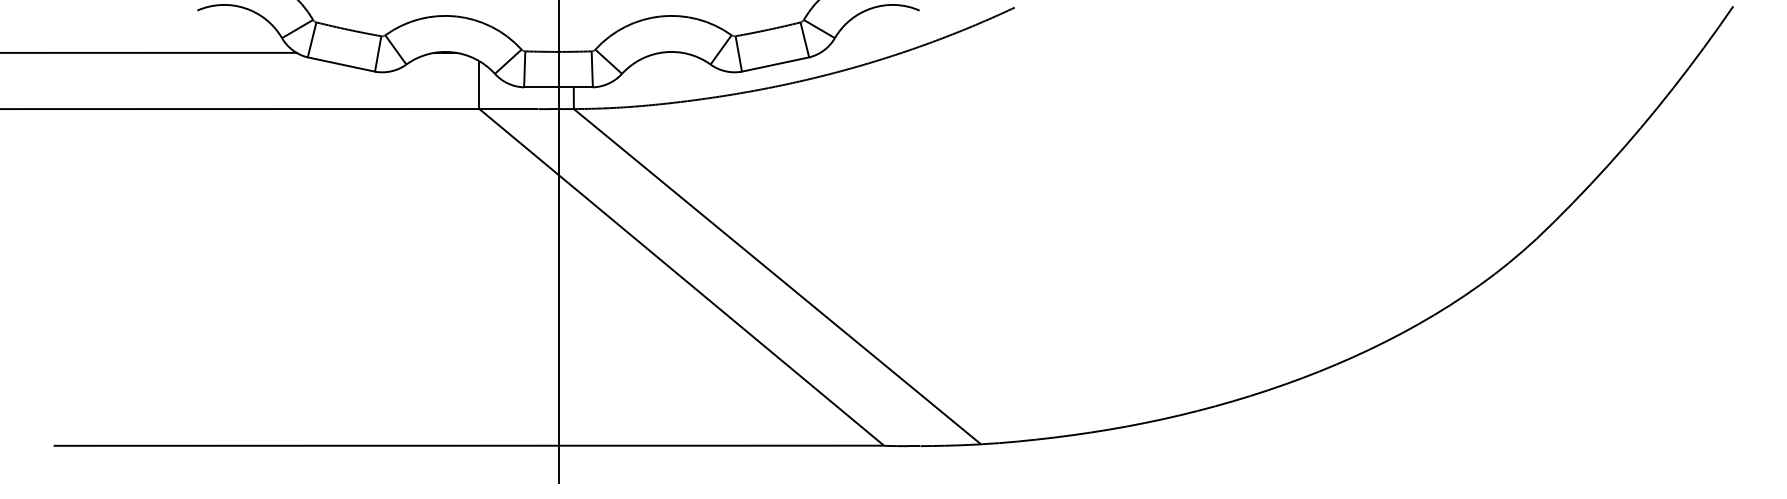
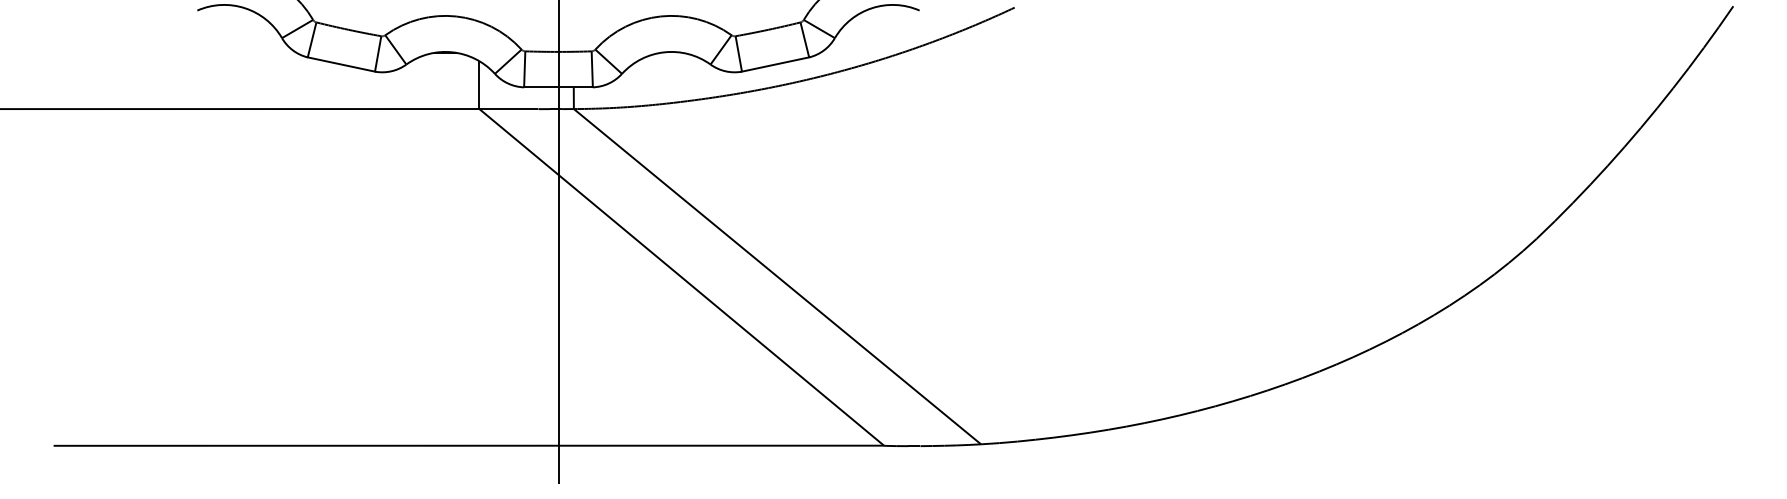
line at (149, 52): present -> none
